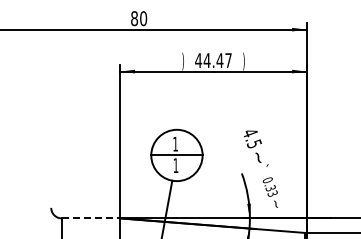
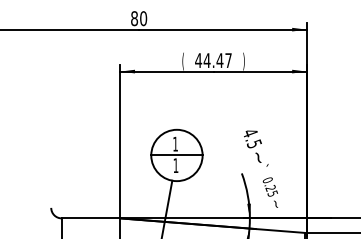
text at (182, 61): ) -> (
text at (271, 190): 0.33 -> 0.25
line at (91, 218): dashed -> solid
